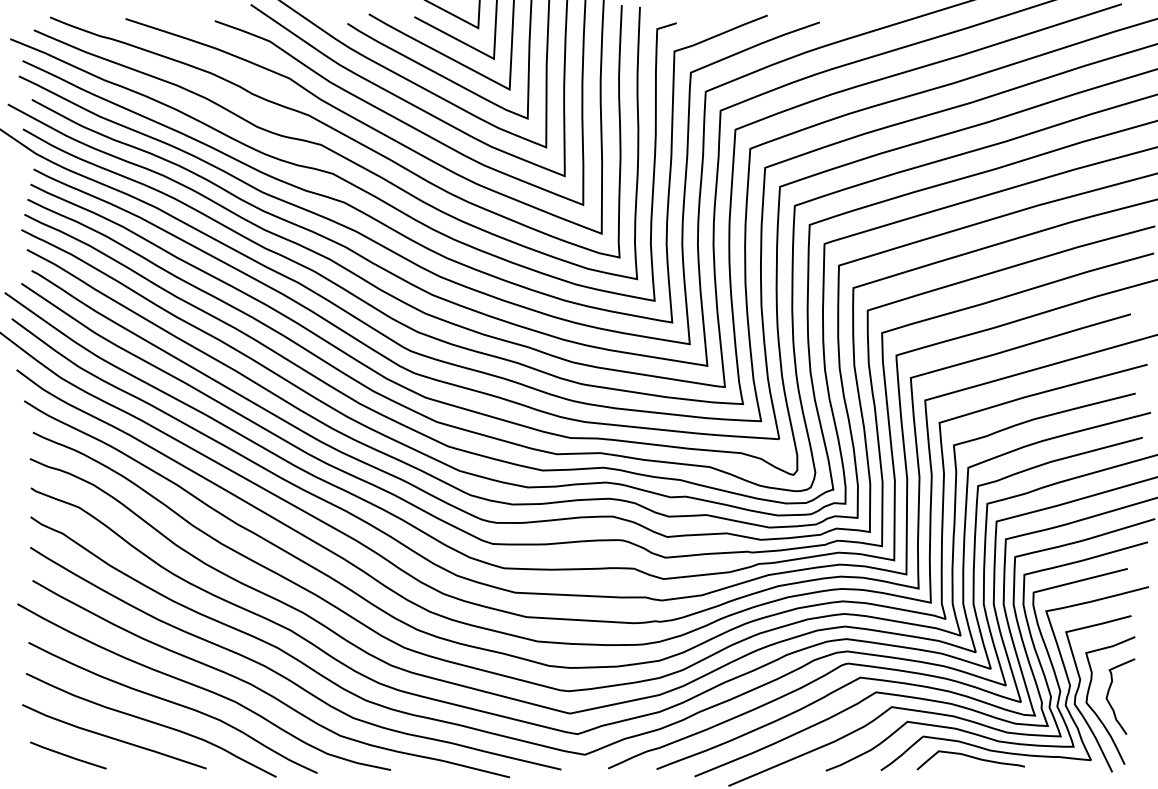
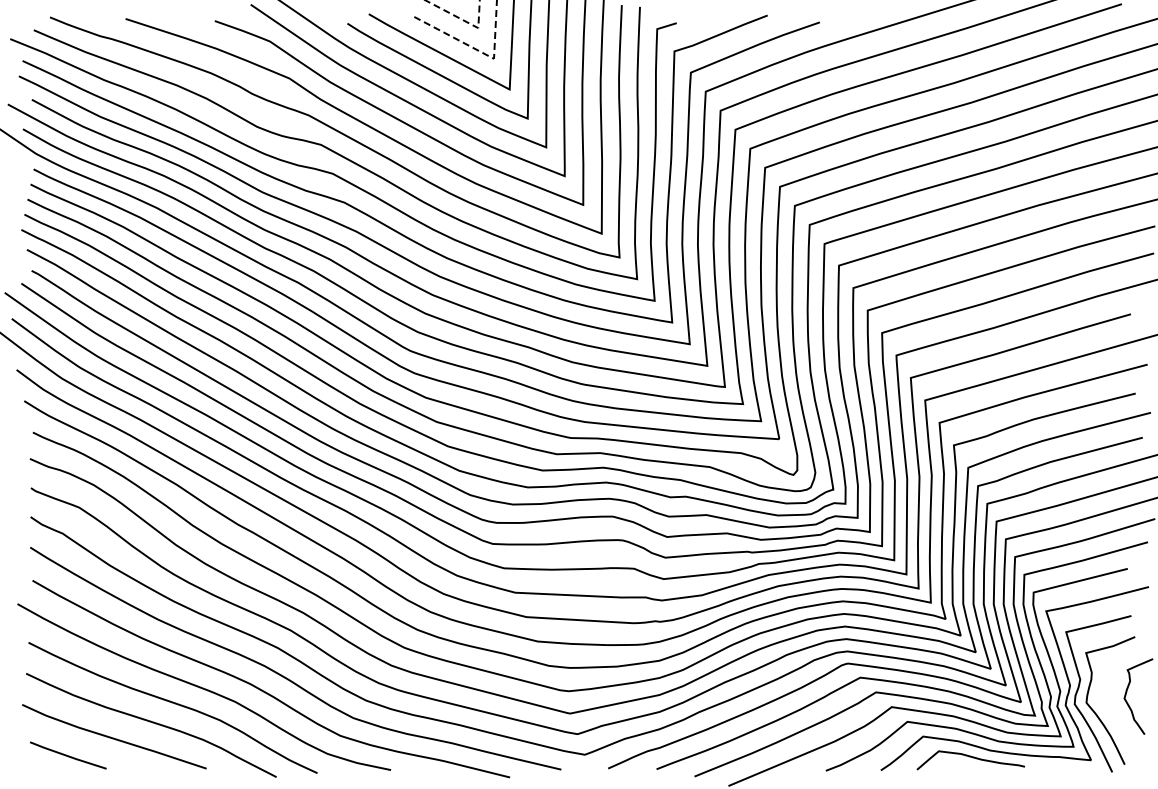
line at (464, 20): solid -> dashed
line at (480, 51): solid -> dashed
curve at (1109, 692) position: (1109, 692) -> (1127, 692)
